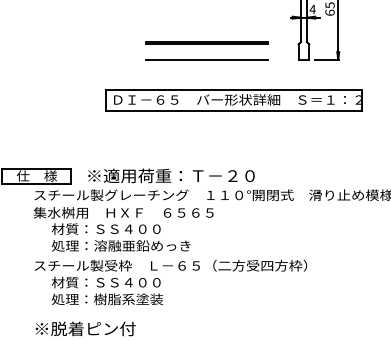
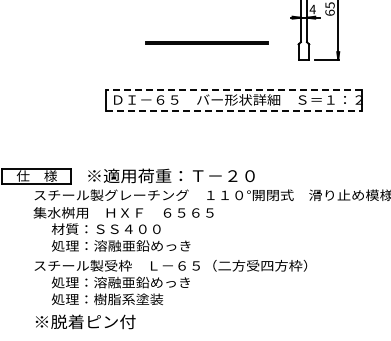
line at (206, 59): present -> none
line at (233, 90): solid -> dashed
line at (233, 110): solid -> dashed
text at (120, 282): 材質：ＳＳ４００ -> 処理：溶融亜鉛めっき
text at (85, 328) position: (85, 328) -> (85, 321)
